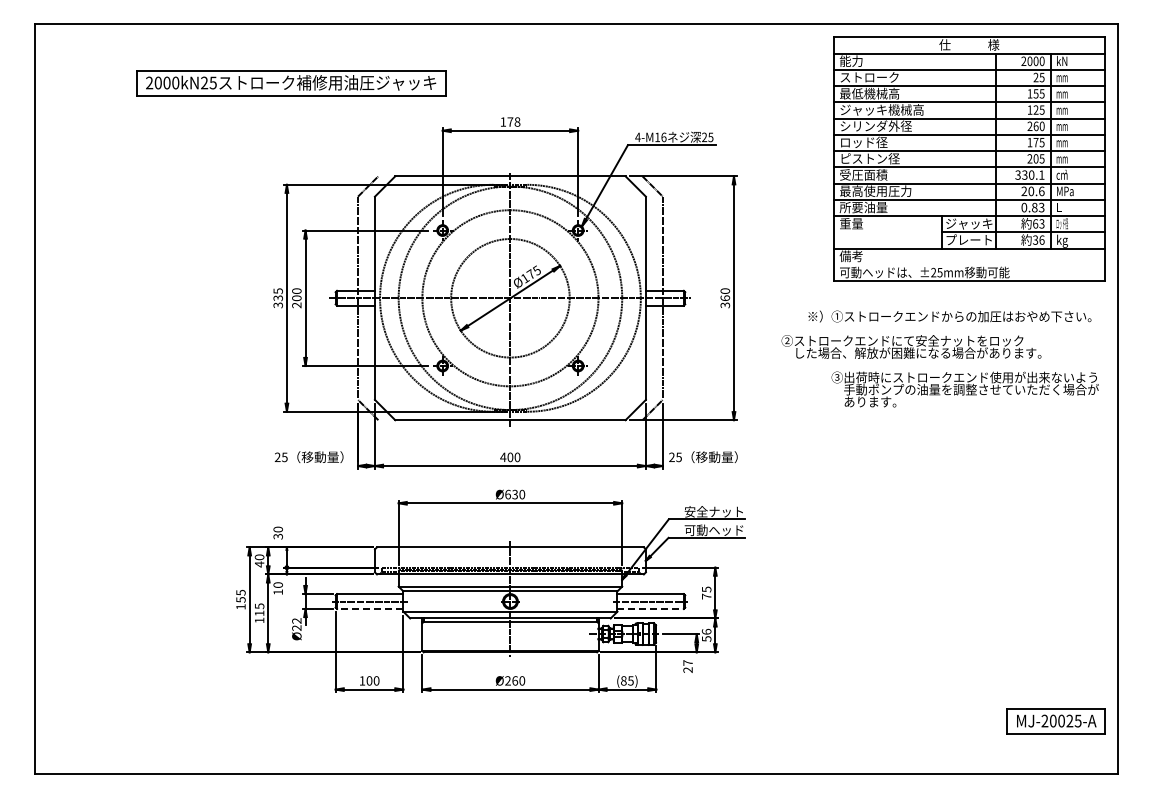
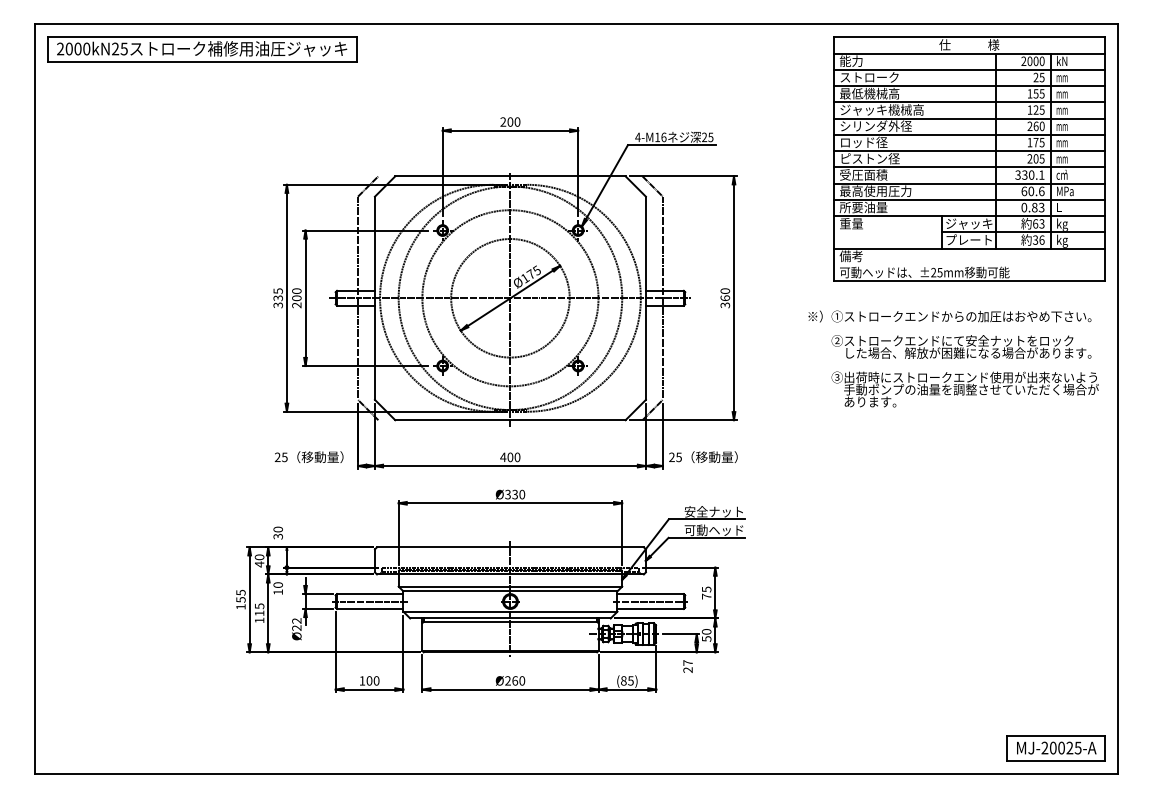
part at (291, 83) position: (291, 83) -> (202, 49)
text at (510, 121): 178 -> 200
text at (1024, 191): 20.6 -> 60.6
text at (1062, 224): ロッド径 -> kg
text at (911, 346) position: (911, 346) -> (961, 346)
text at (507, 494): Ø630 -> Ø330
line at (369, 608): dashed -> solid
line at (651, 608): dashed -> solid
text at (706, 631): 56 -> 50
part at (1055, 721) position: (1055, 721) -> (1055, 748)
